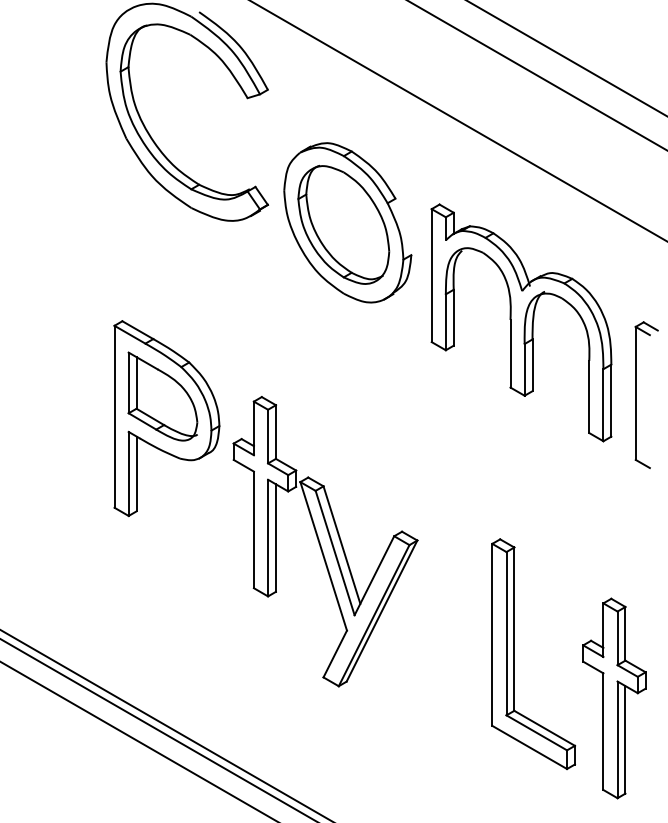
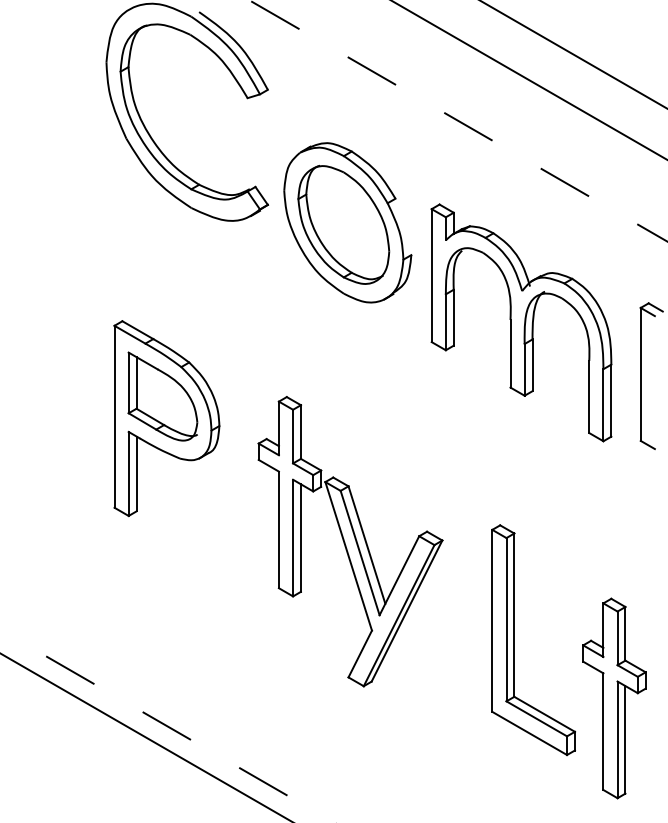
line at (566, 58) position: (566, 58) -> (573, 54)
line at (537, 75) position: (537, 75) -> (529, 80)
line at (458, 120): solid -> dashed
part at (636, 394) position: (636, 394) -> (641, 375)
part at (325, 541) position: (325, 541) -> (350, 541)
part at (514, 654) position: (514, 654) -> (514, 640)
line at (167, 726): solid -> dashed
line at (157, 729): present -> none
line at (138, 740) position: (138, 740) -> (145, 736)
